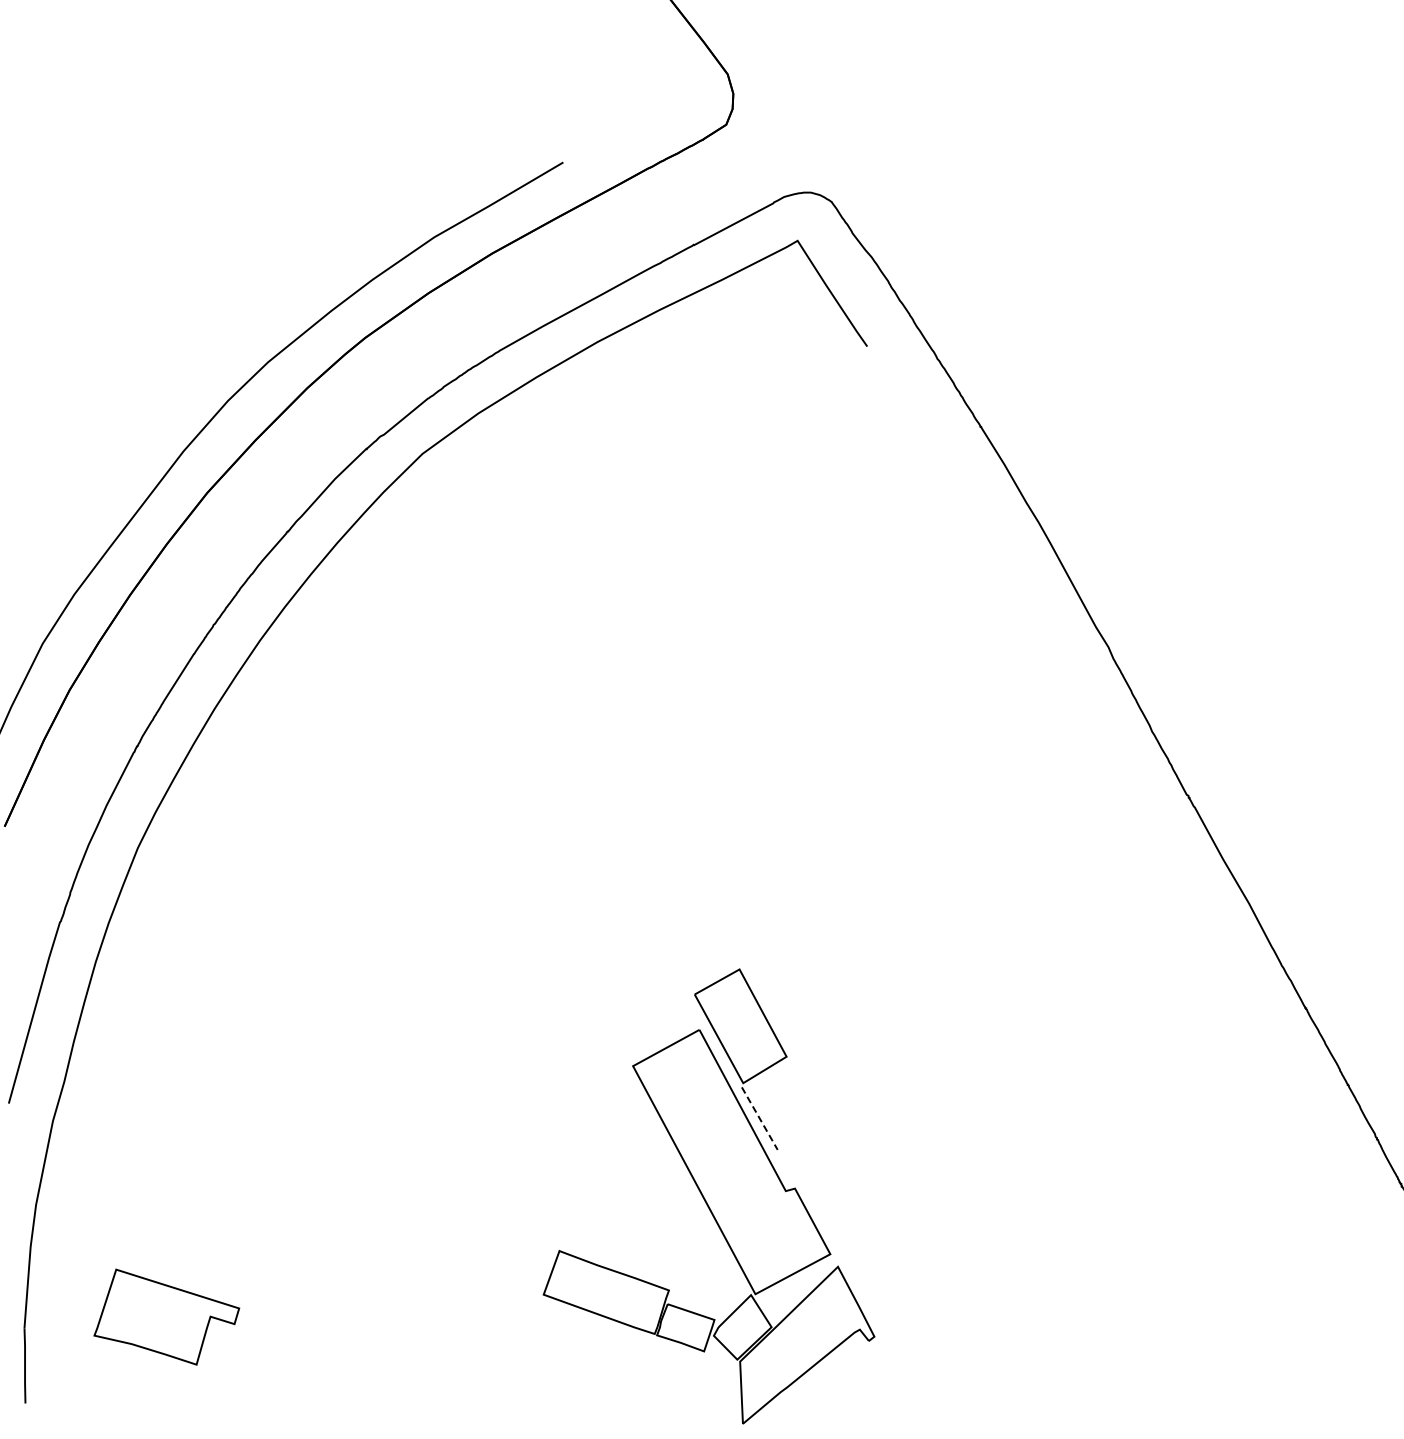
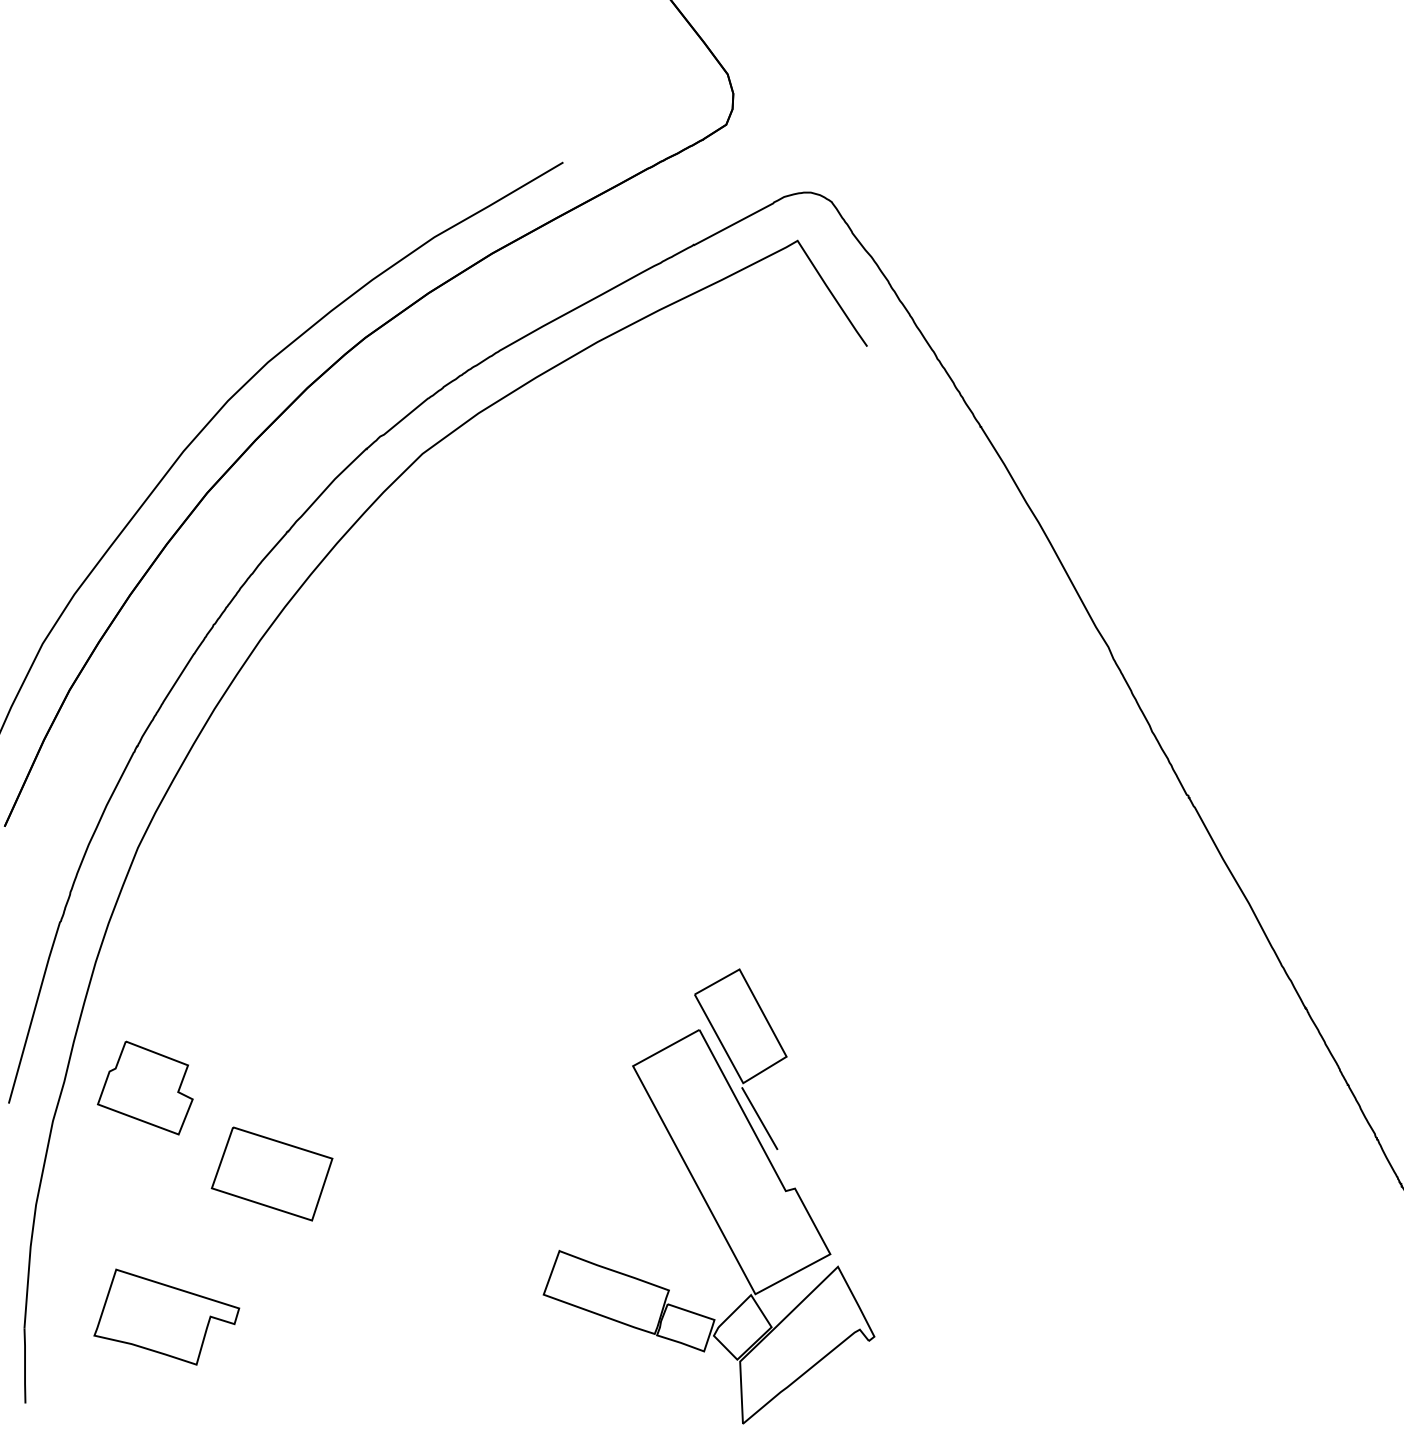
part at (145, 1087): none -> present
line at (760, 1119): dashed -> solid
part at (271, 1173): none -> present
